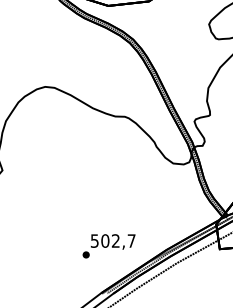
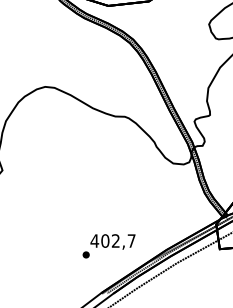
text at (94, 240): 502,7 -> 402,7
